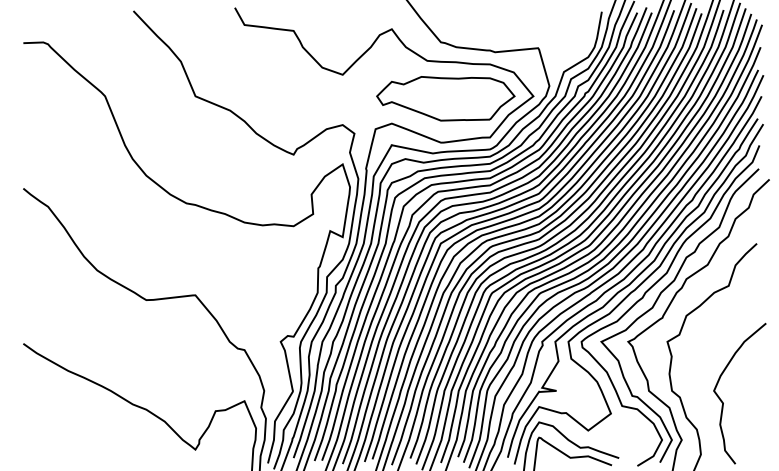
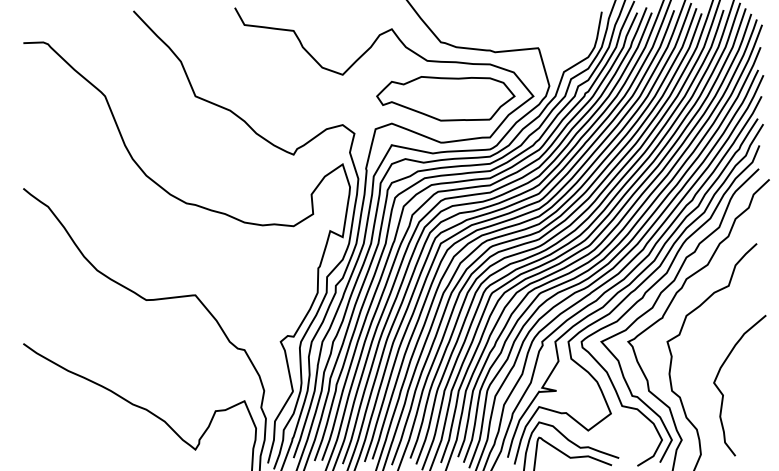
curve at (723, 402) position: (723, 402) -> (723, 394)
